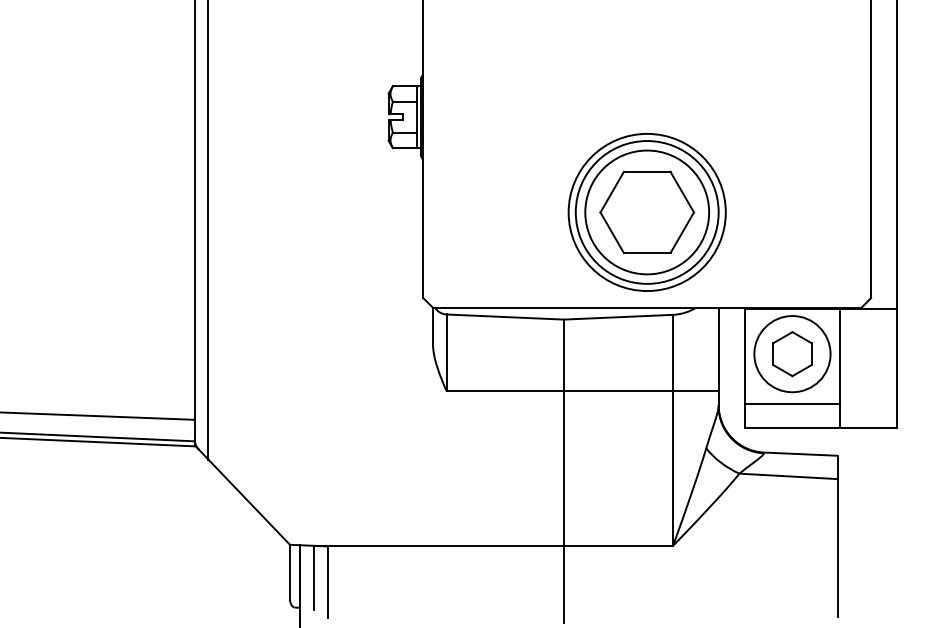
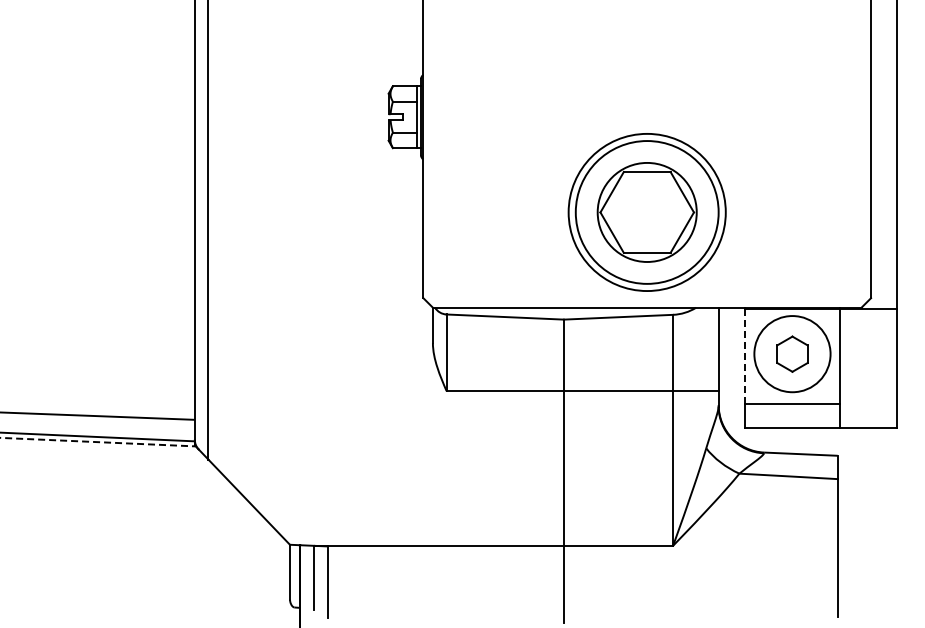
circle at (647, 212) diameter: 124 px -> 99 px
part at (792, 354) size: 41x47 px -> 33x38 px
line at (744, 356): solid -> dashed
line at (97, 442): solid -> dashed
